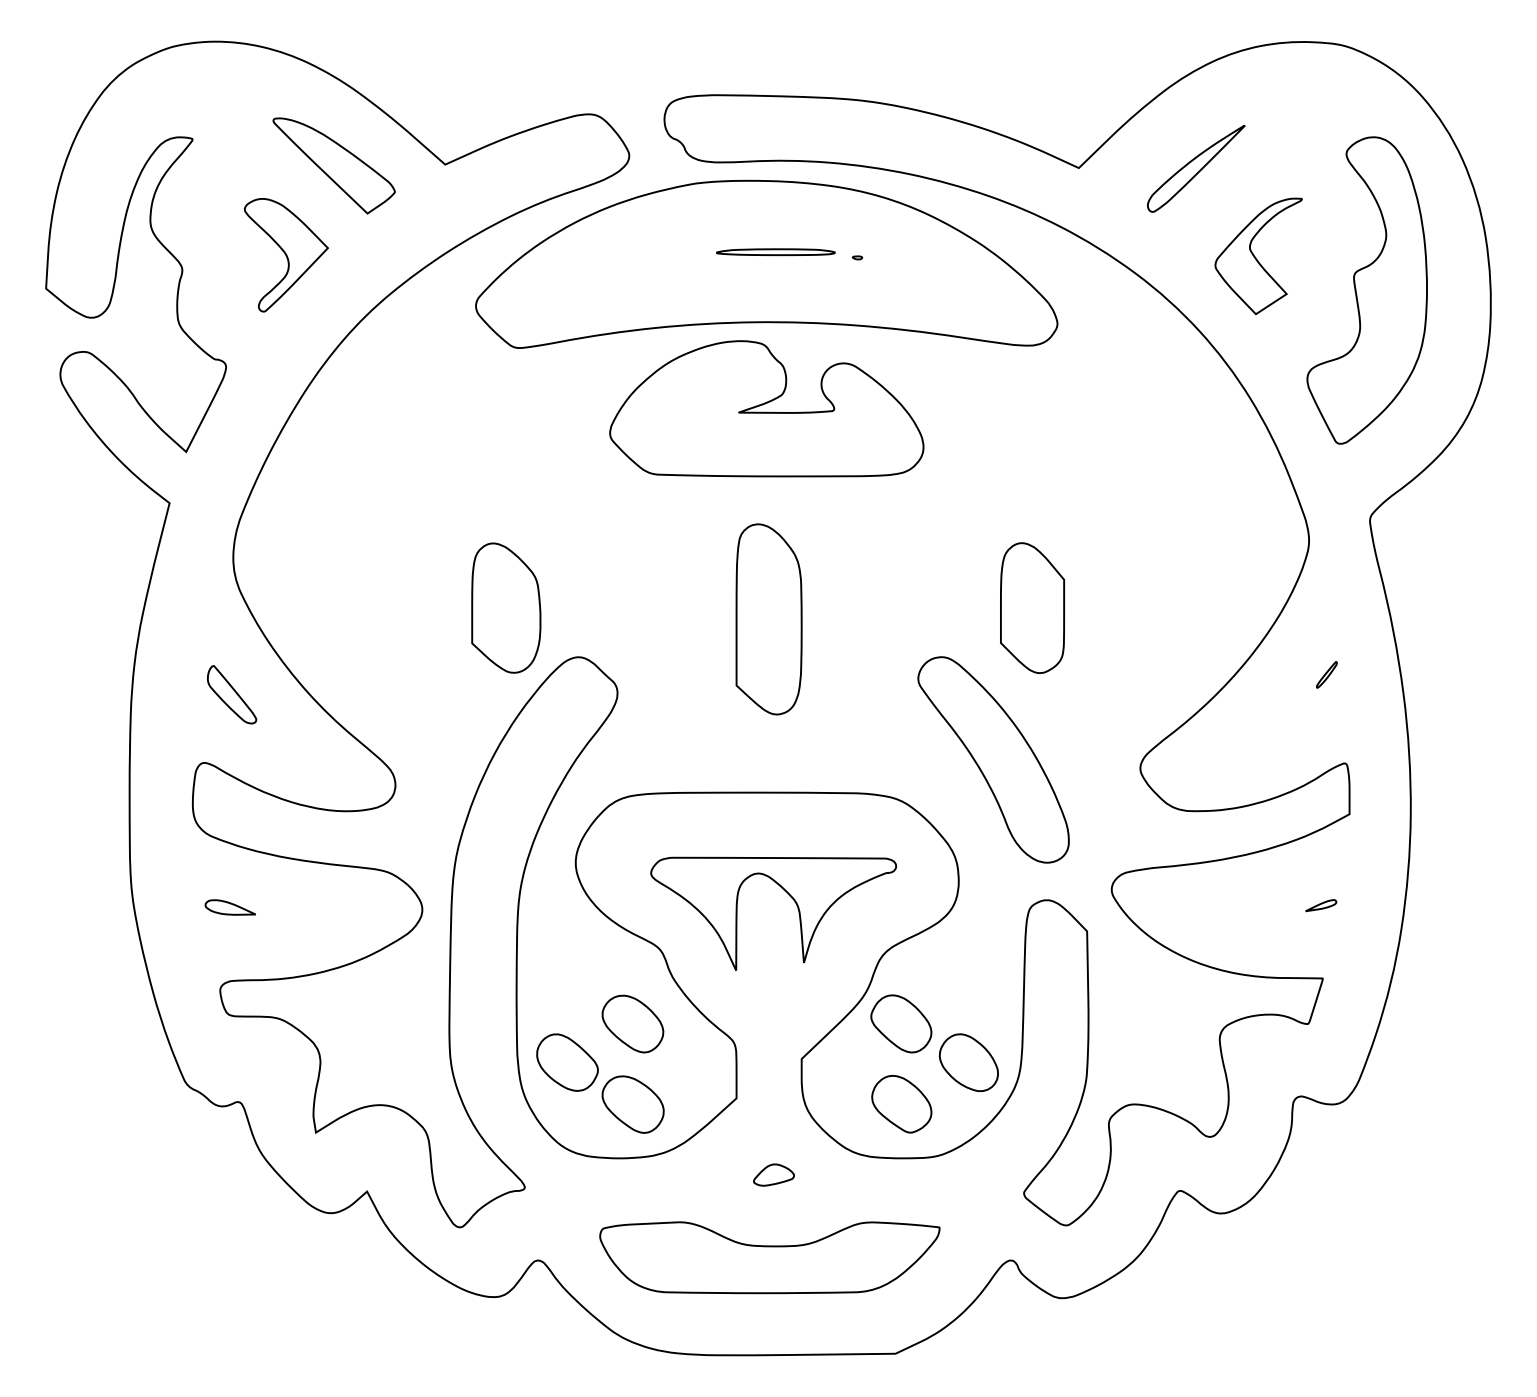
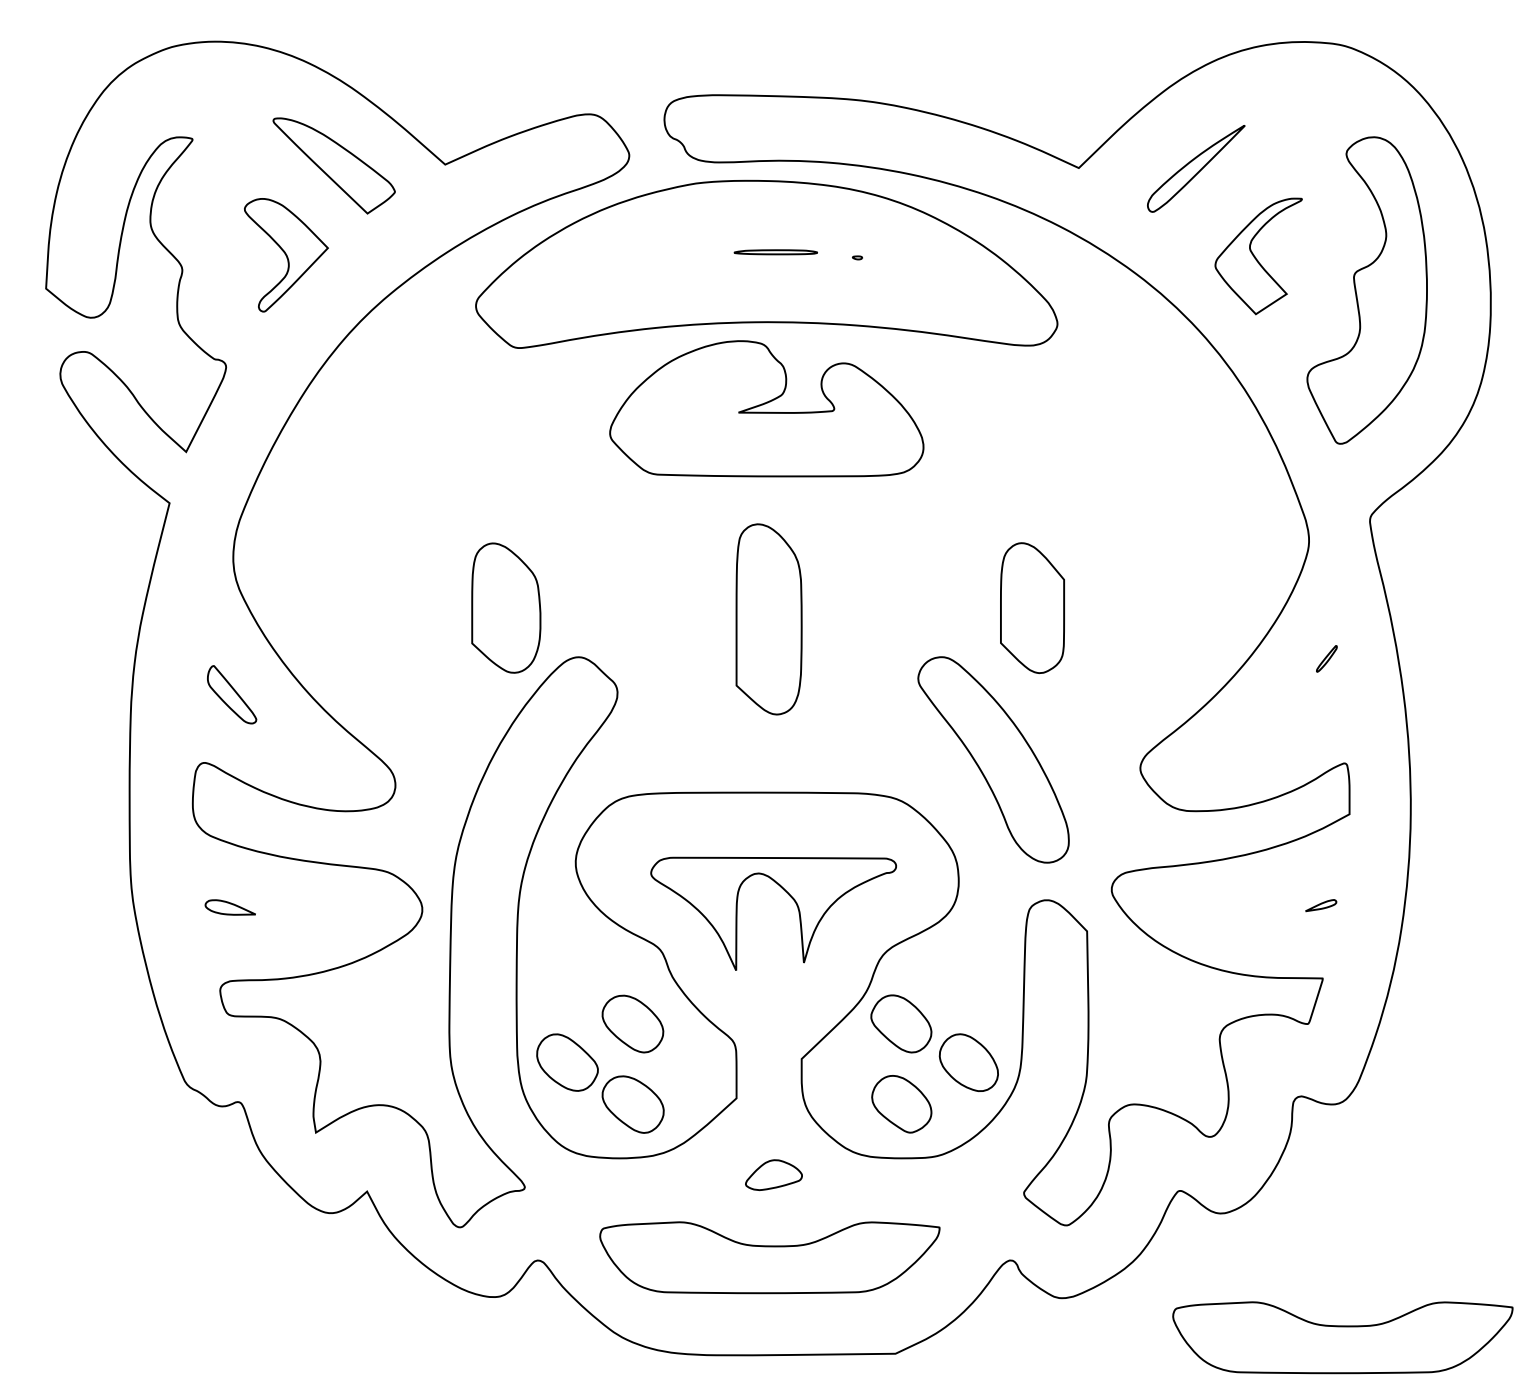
part at (775, 252) size: 120x9 px -> 85x7 px
part at (1326, 674) position: (1326, 674) -> (1326, 658)
part at (773, 1174) size: 42x24 px -> 58x32 px
part at (1342, 1337): none -> present
